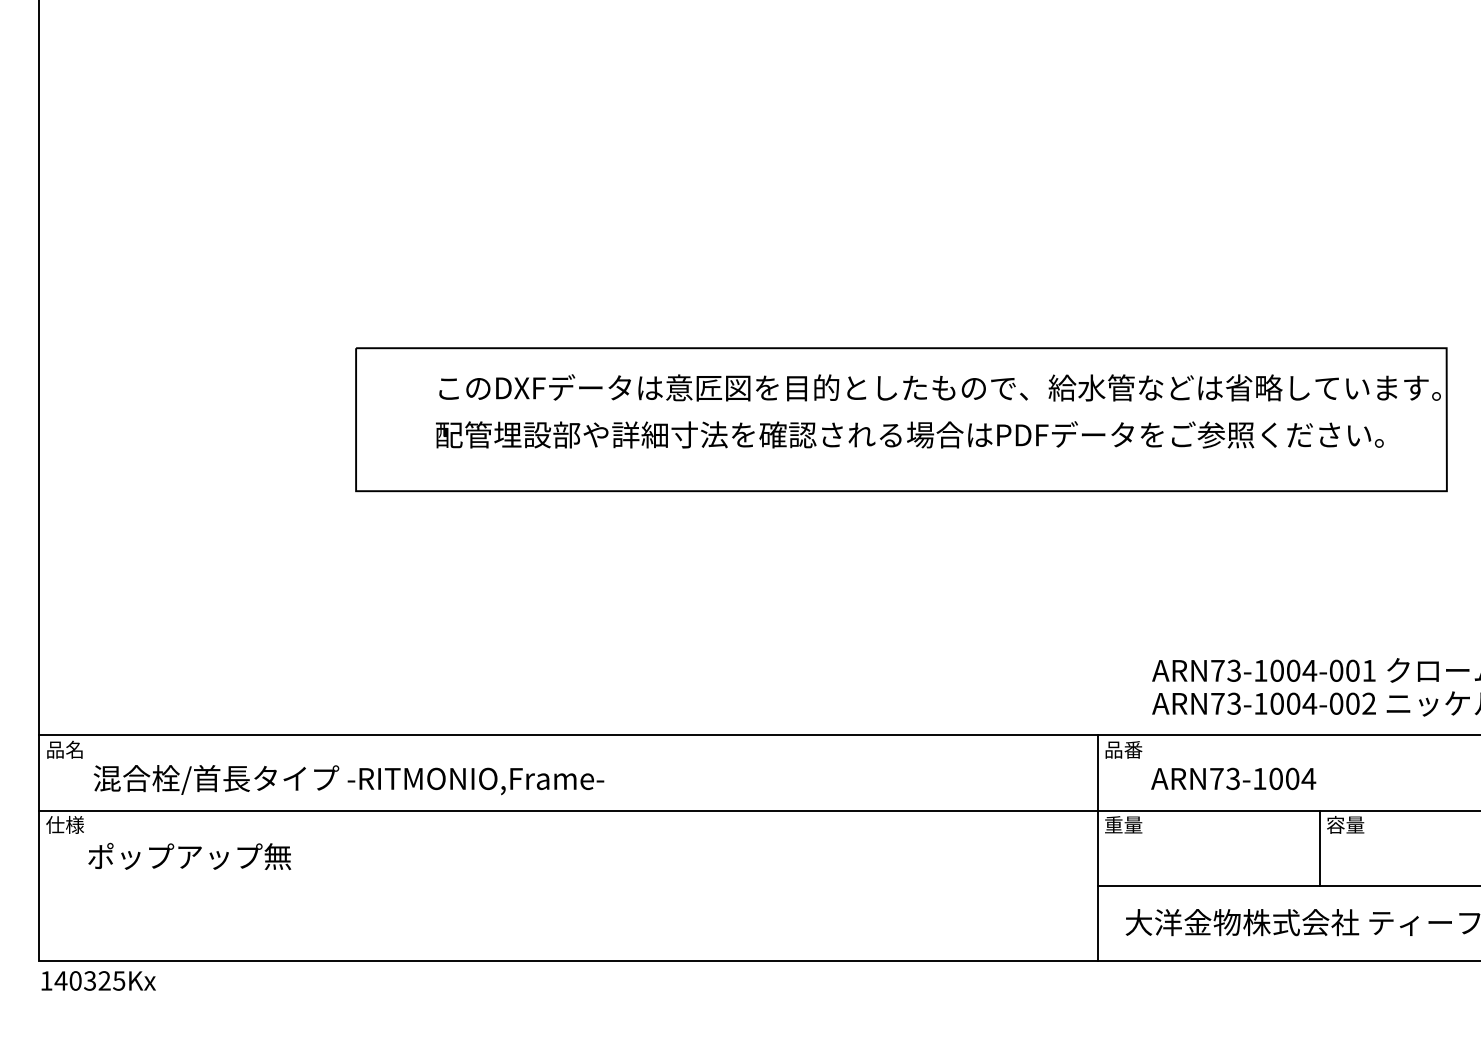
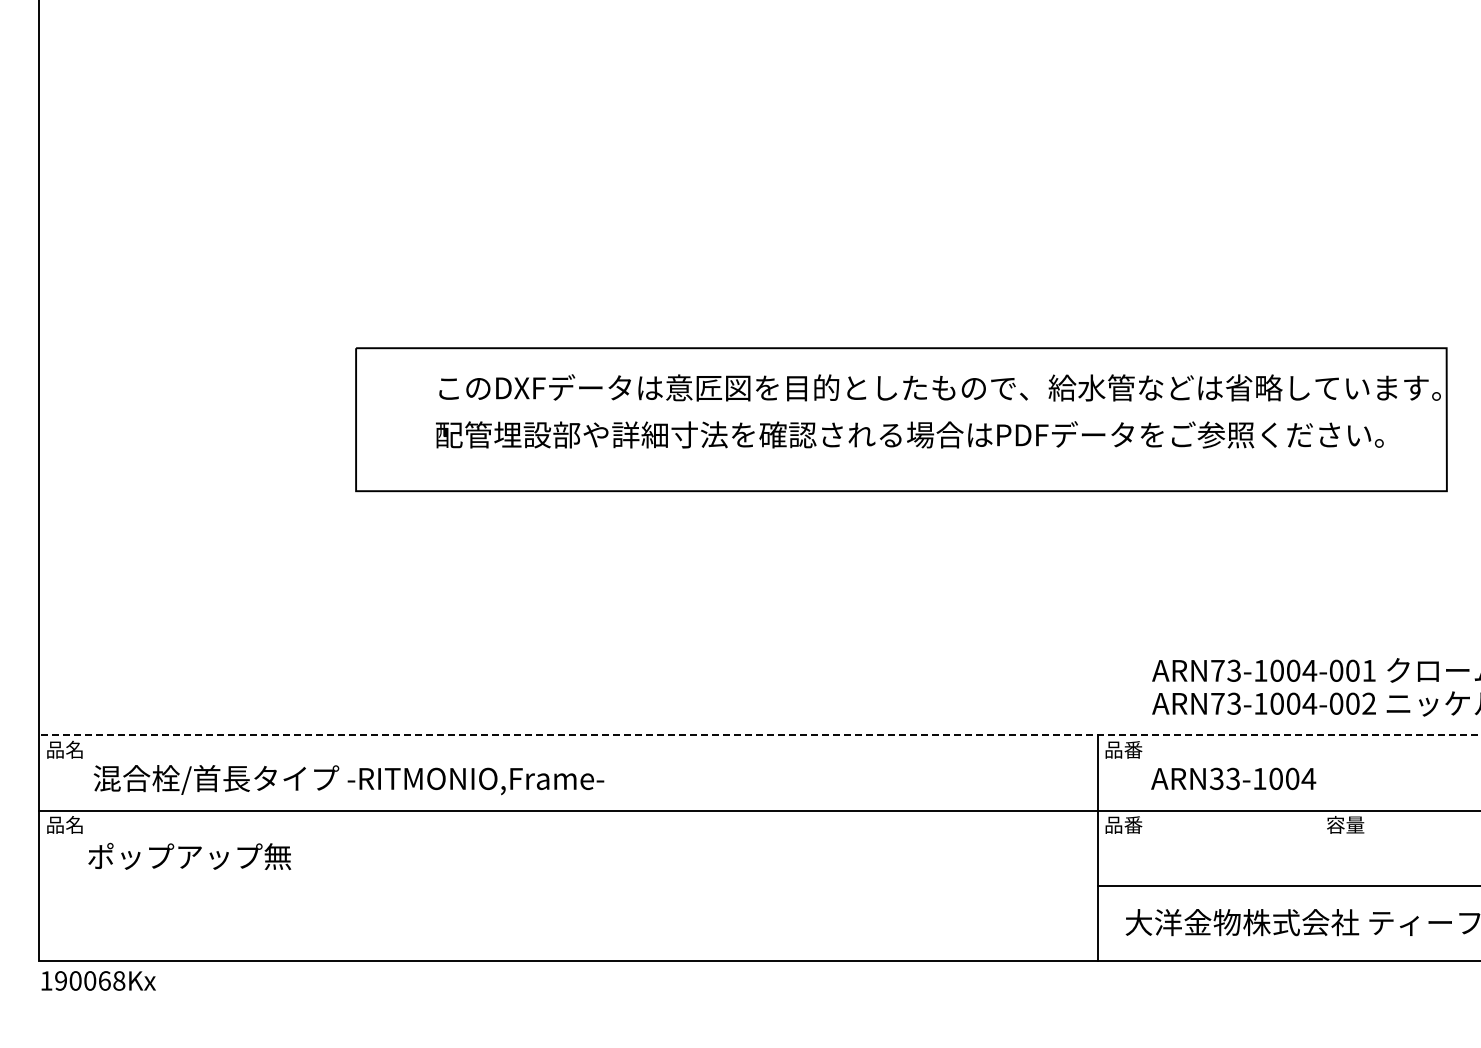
line at (760, 735): solid -> dashed
text at (1216, 778): ARN73-1004 -> ARN33-1004
text at (64, 824): 仕様 -> 品名
text at (1123, 824): 重量 -> 品番
line at (1319, 847): present -> none
text at (89, 980): 140325Kx -> 190068Kx
